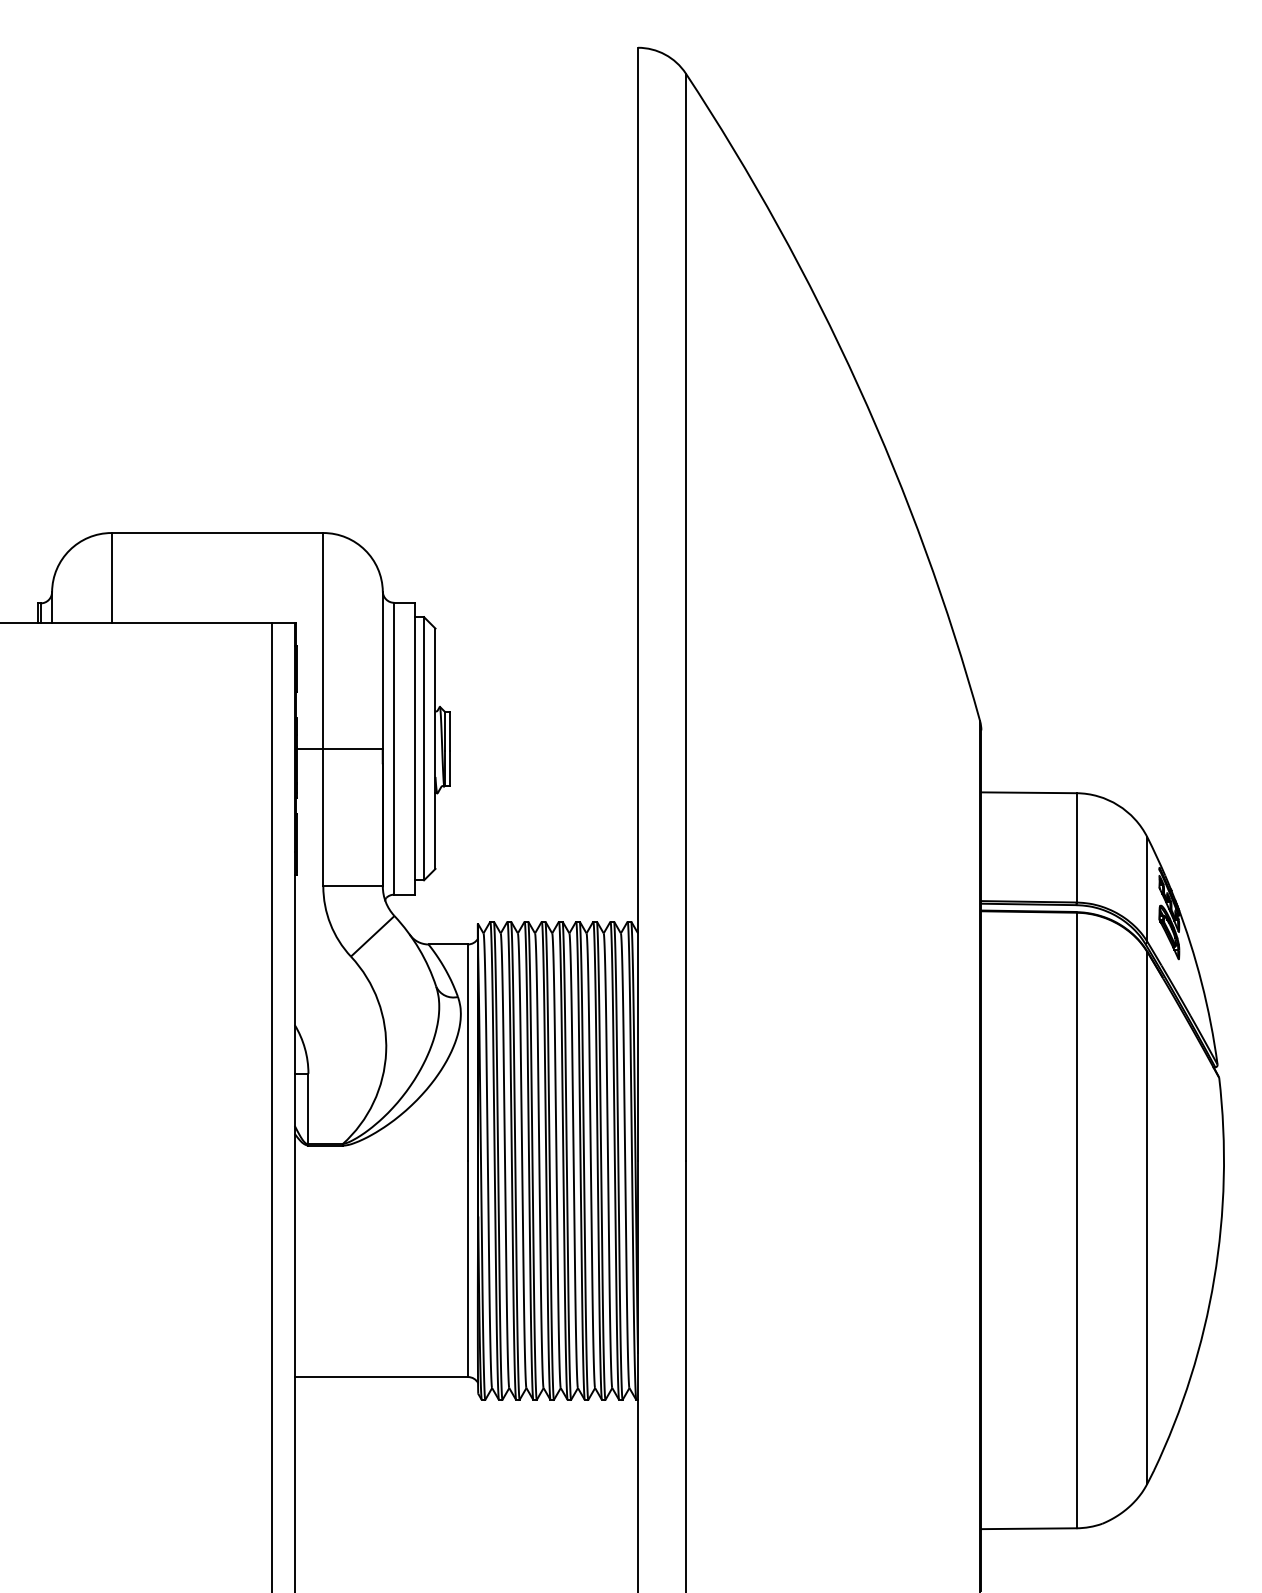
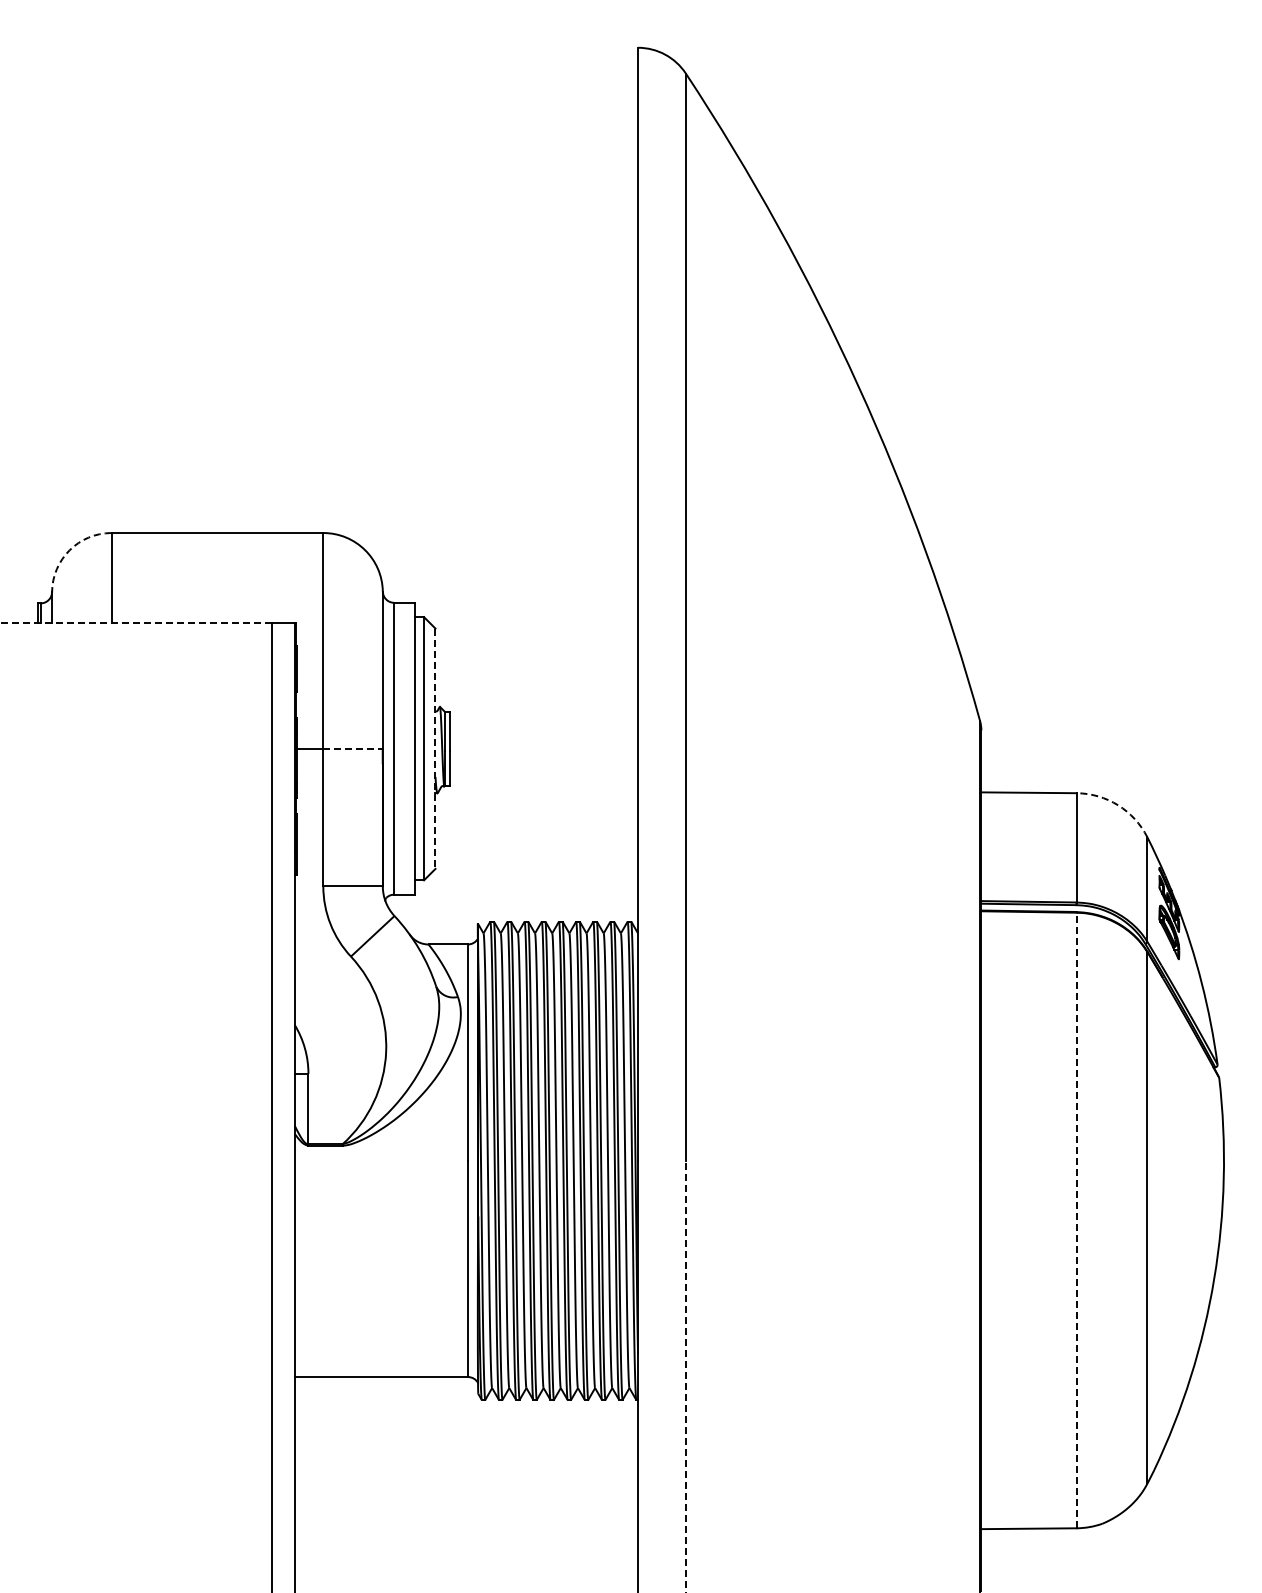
arc at (69, 550): solid -> dashed
line at (135, 622): solid -> dashed
line at (353, 748): solid -> dashed
line at (435, 749): solid -> dashed
arc at (1118, 805): solid -> dashed
line at (1076, 1220): solid -> dashed
line at (685, 1376): solid -> dashed
